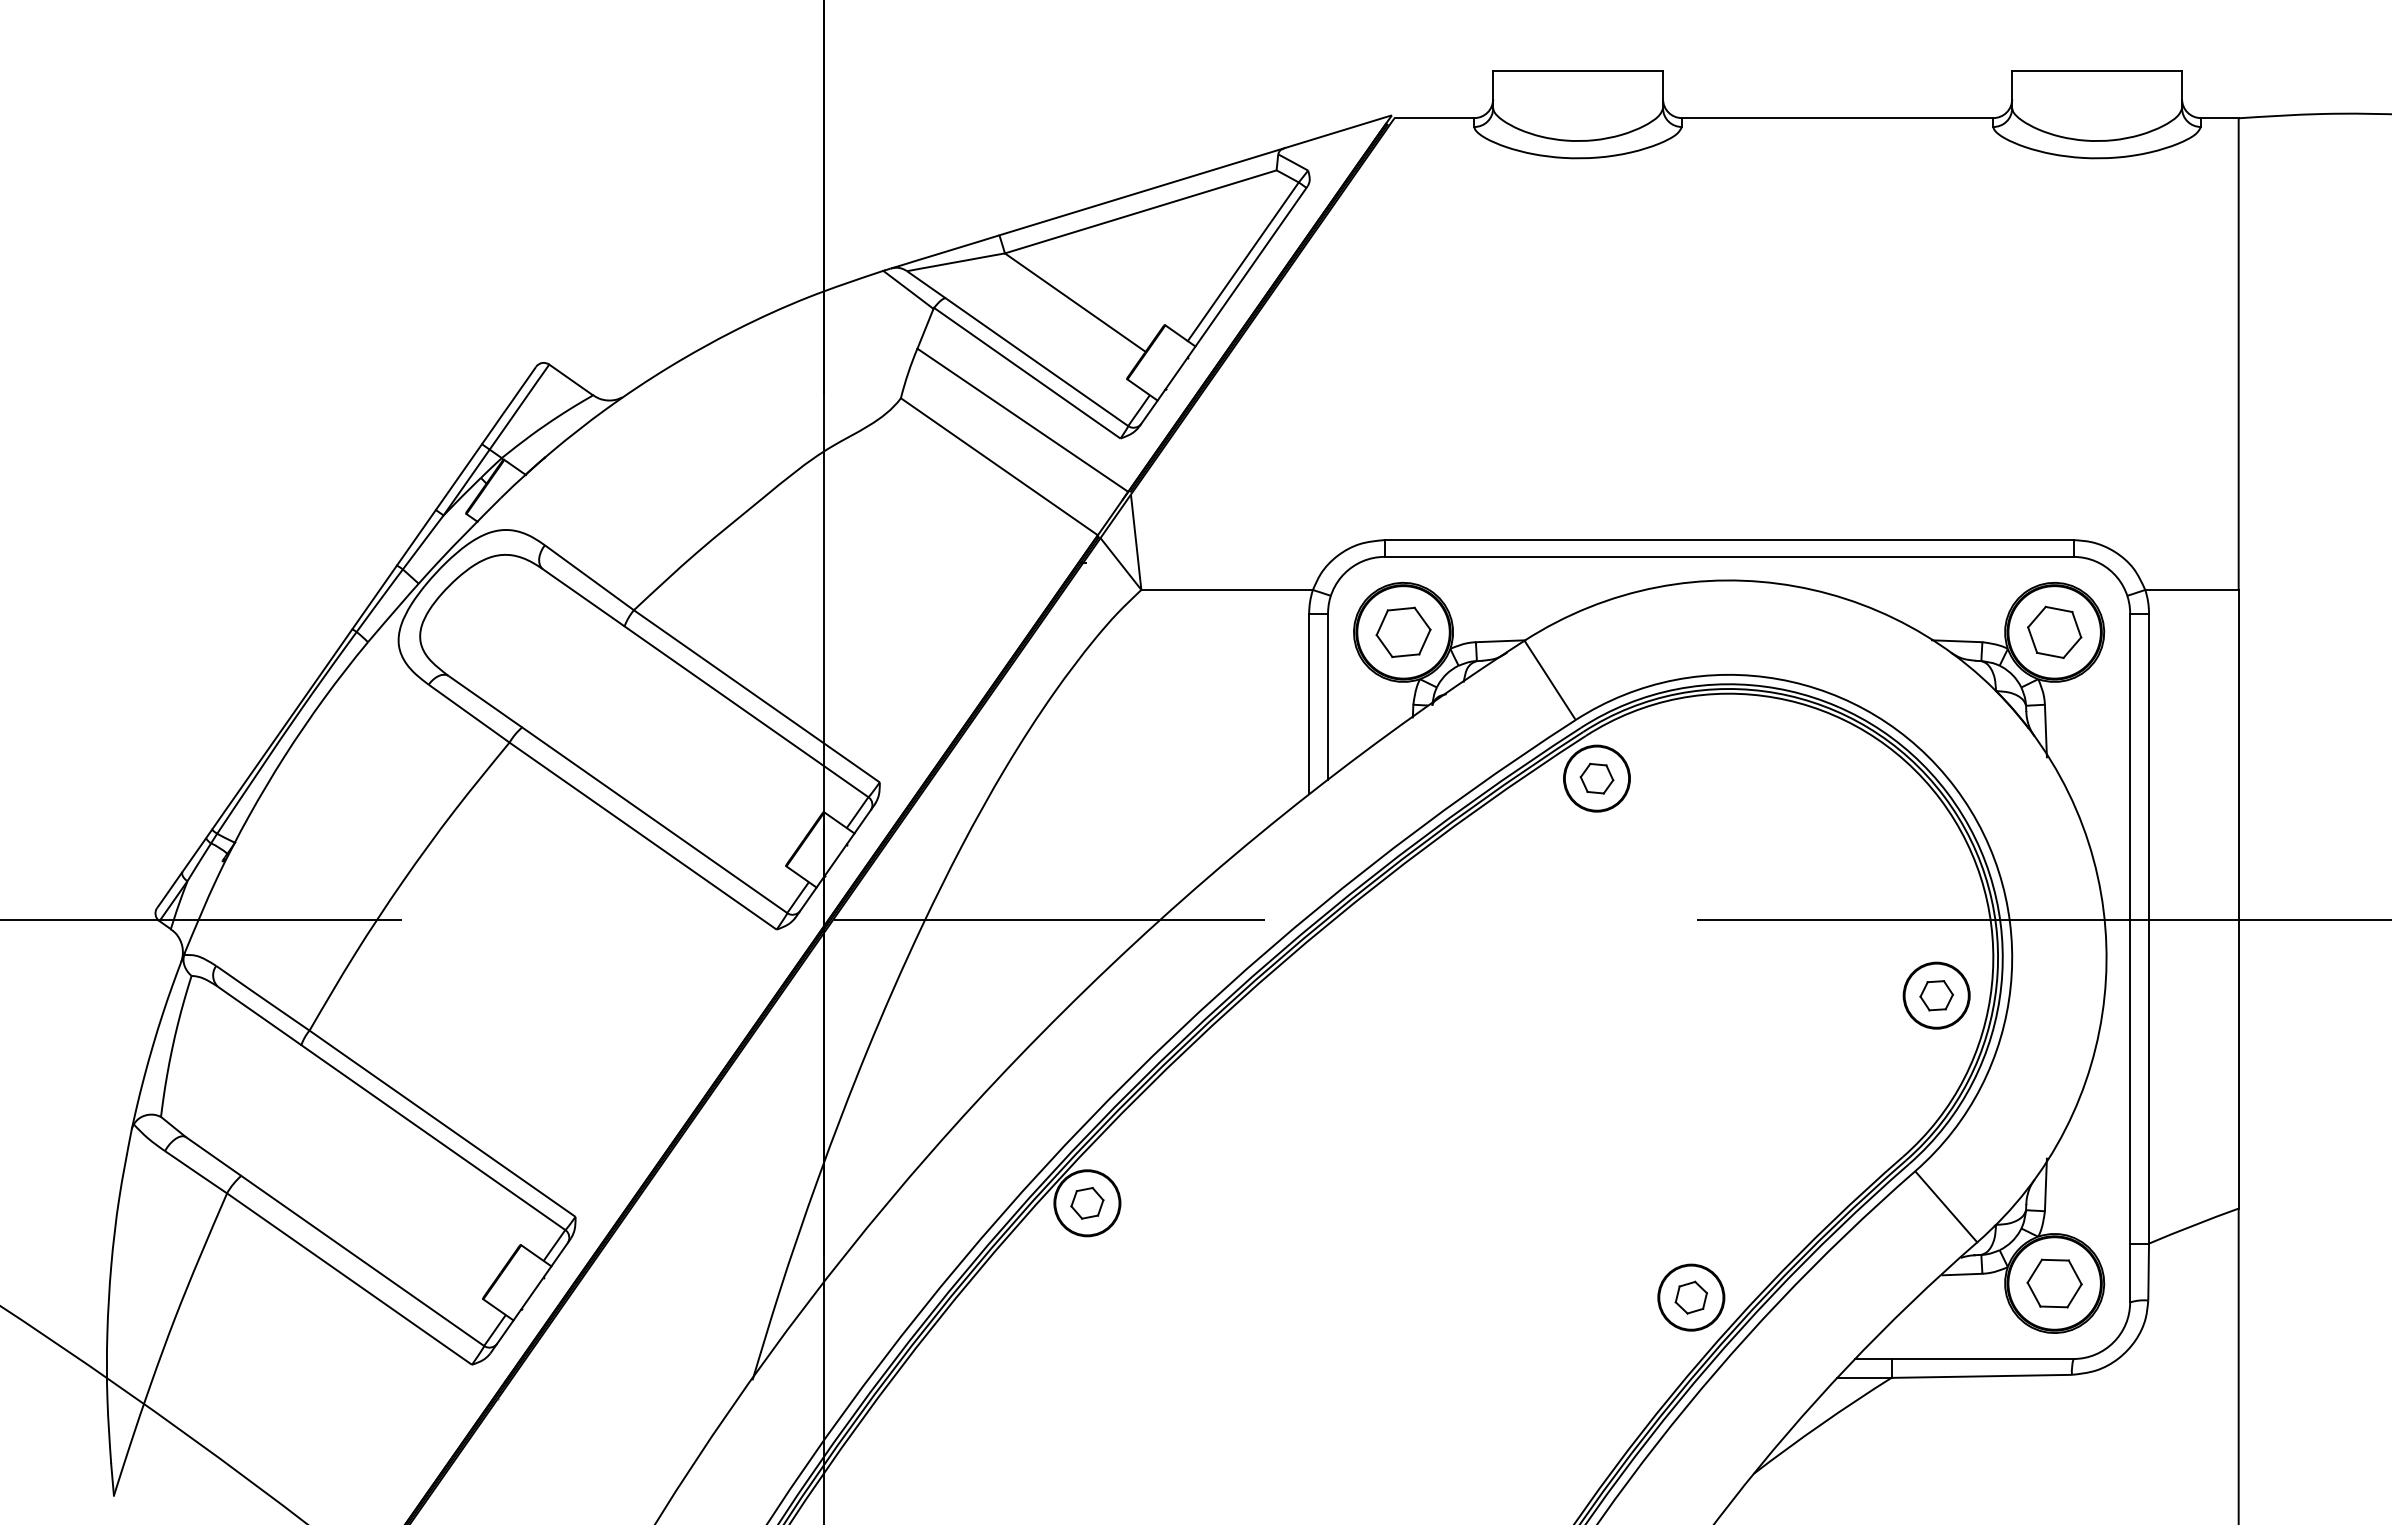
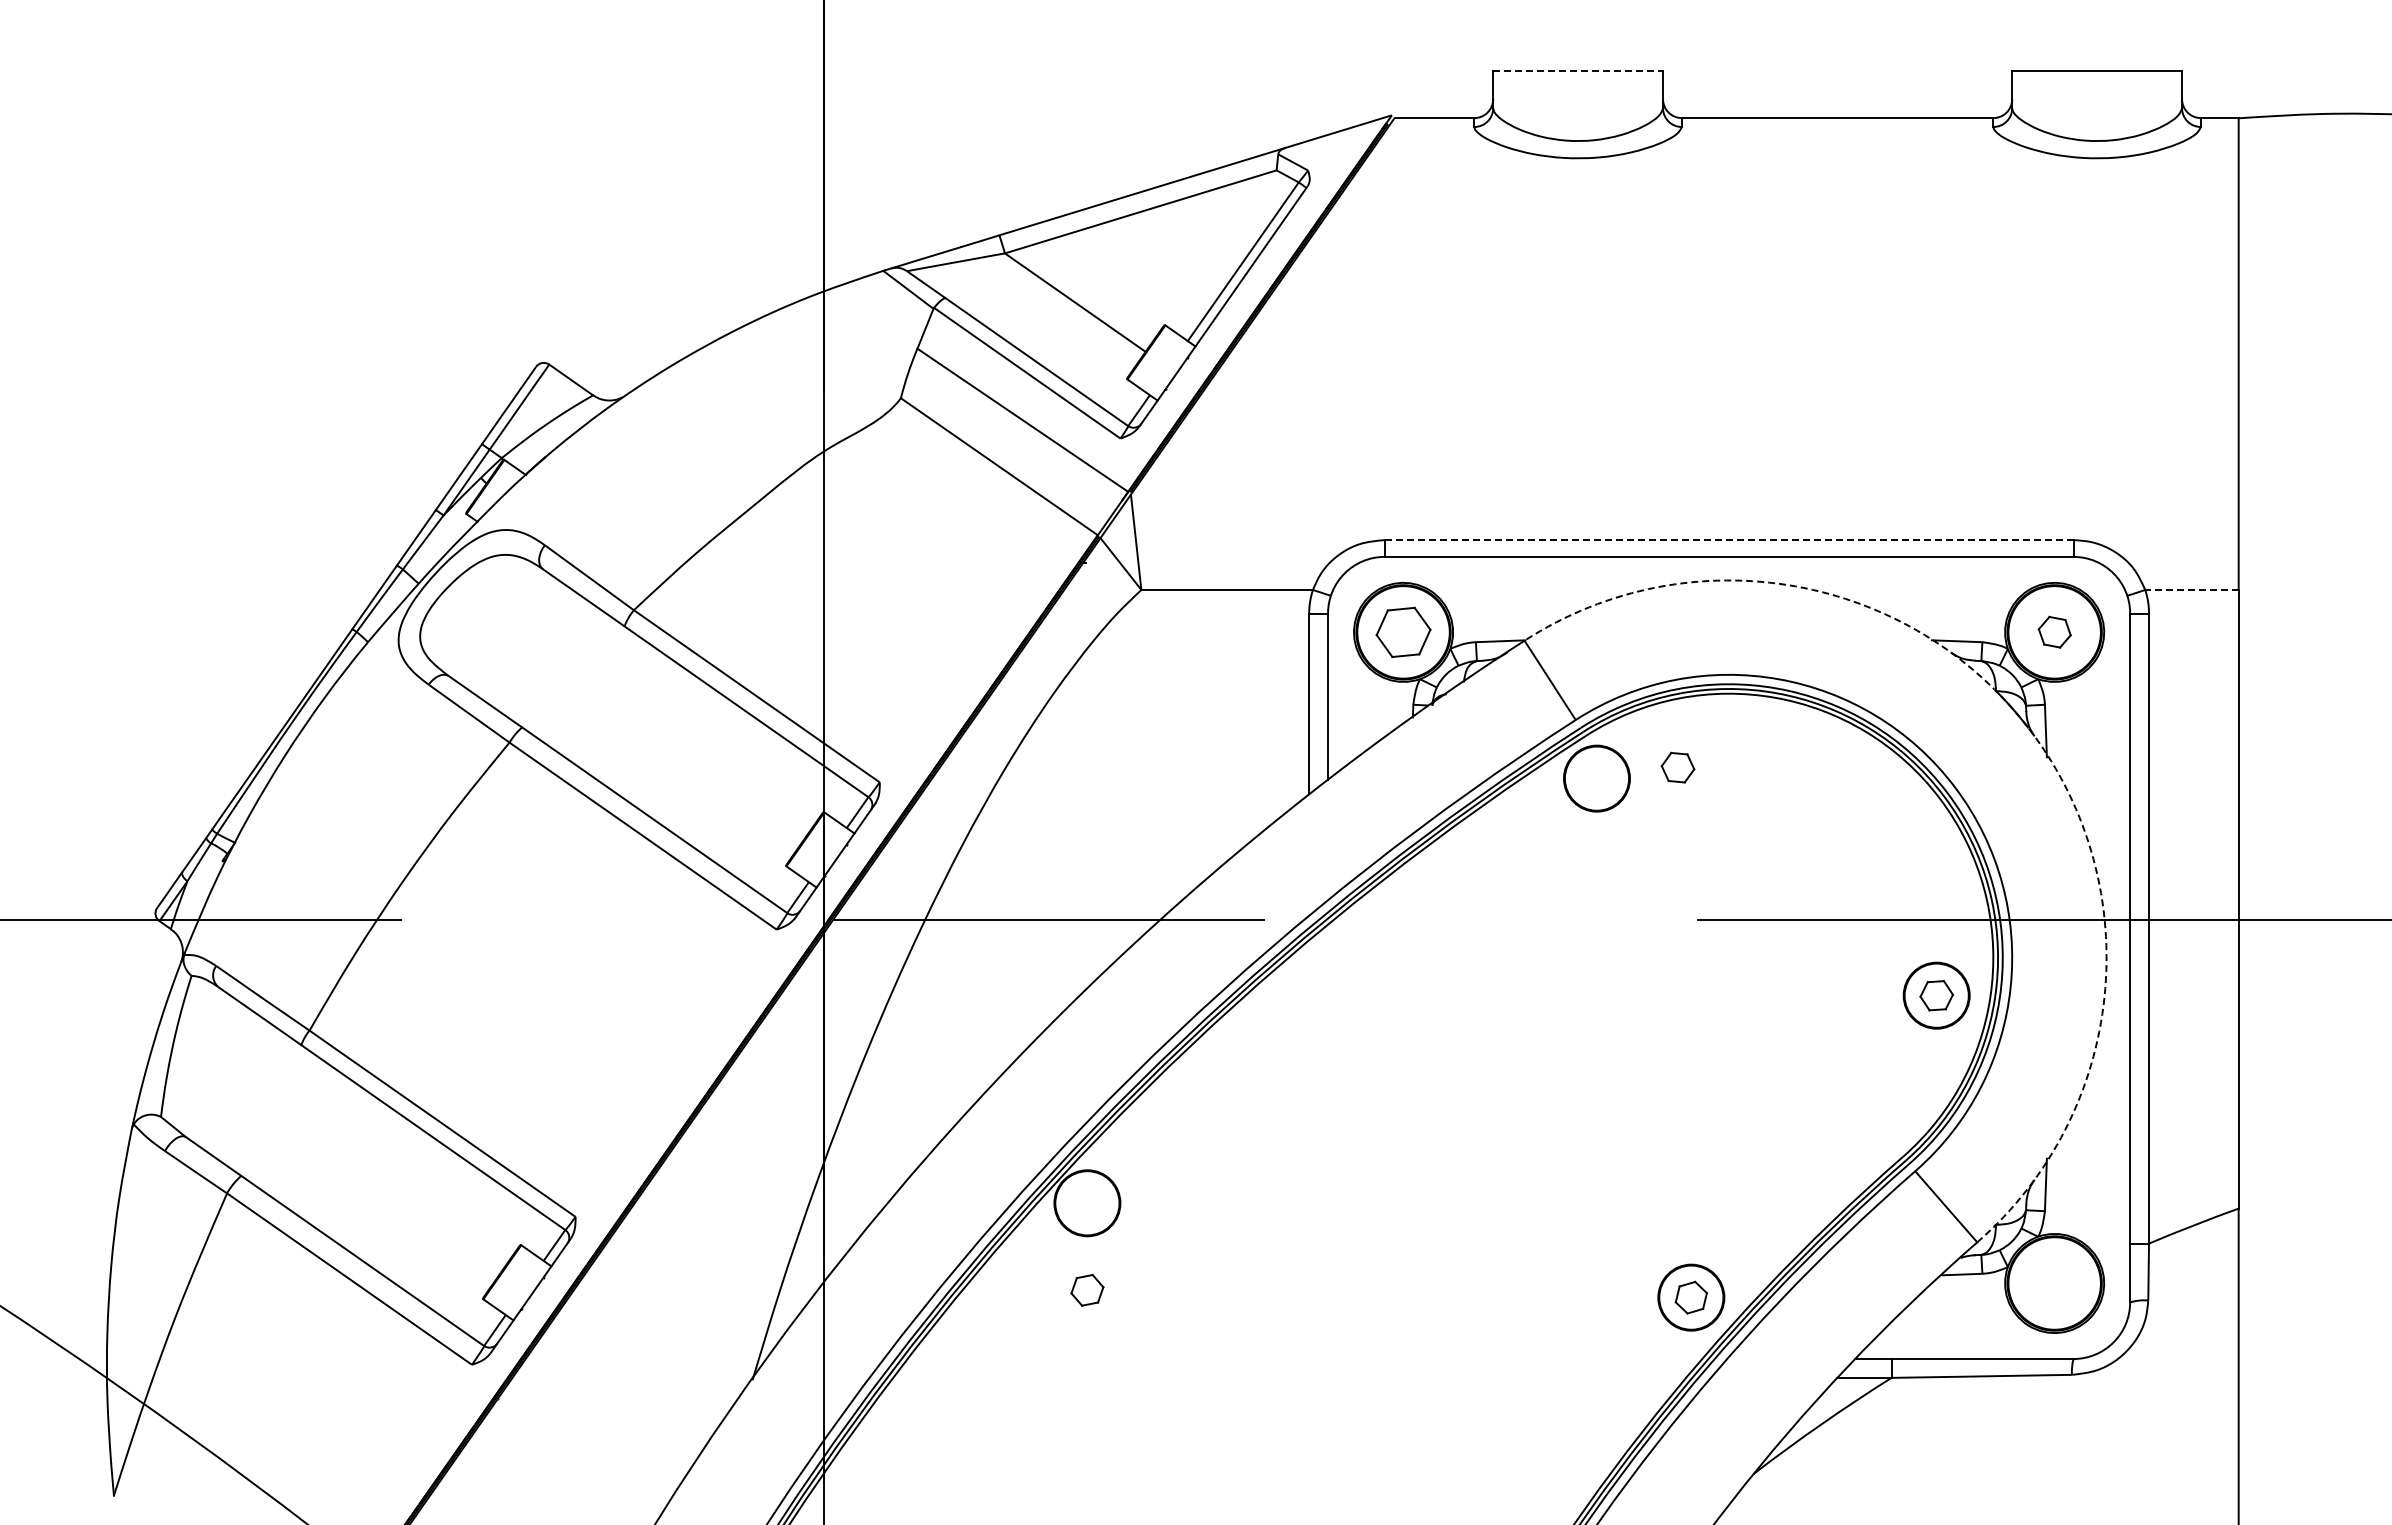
line at (1578, 70): solid -> dashed
line at (1729, 540): solid -> dashed
line at (2191, 589): solid -> dashed
part at (2054, 631) size: 56x54 px -> 35x34 px
arc at (2030, 731): solid -> dashed
part at (1596, 778) position: (1596, 778) -> (1677, 767)
part at (1087, 1203) position: (1087, 1203) -> (1087, 1290)
part at (2054, 1283): present -> none
